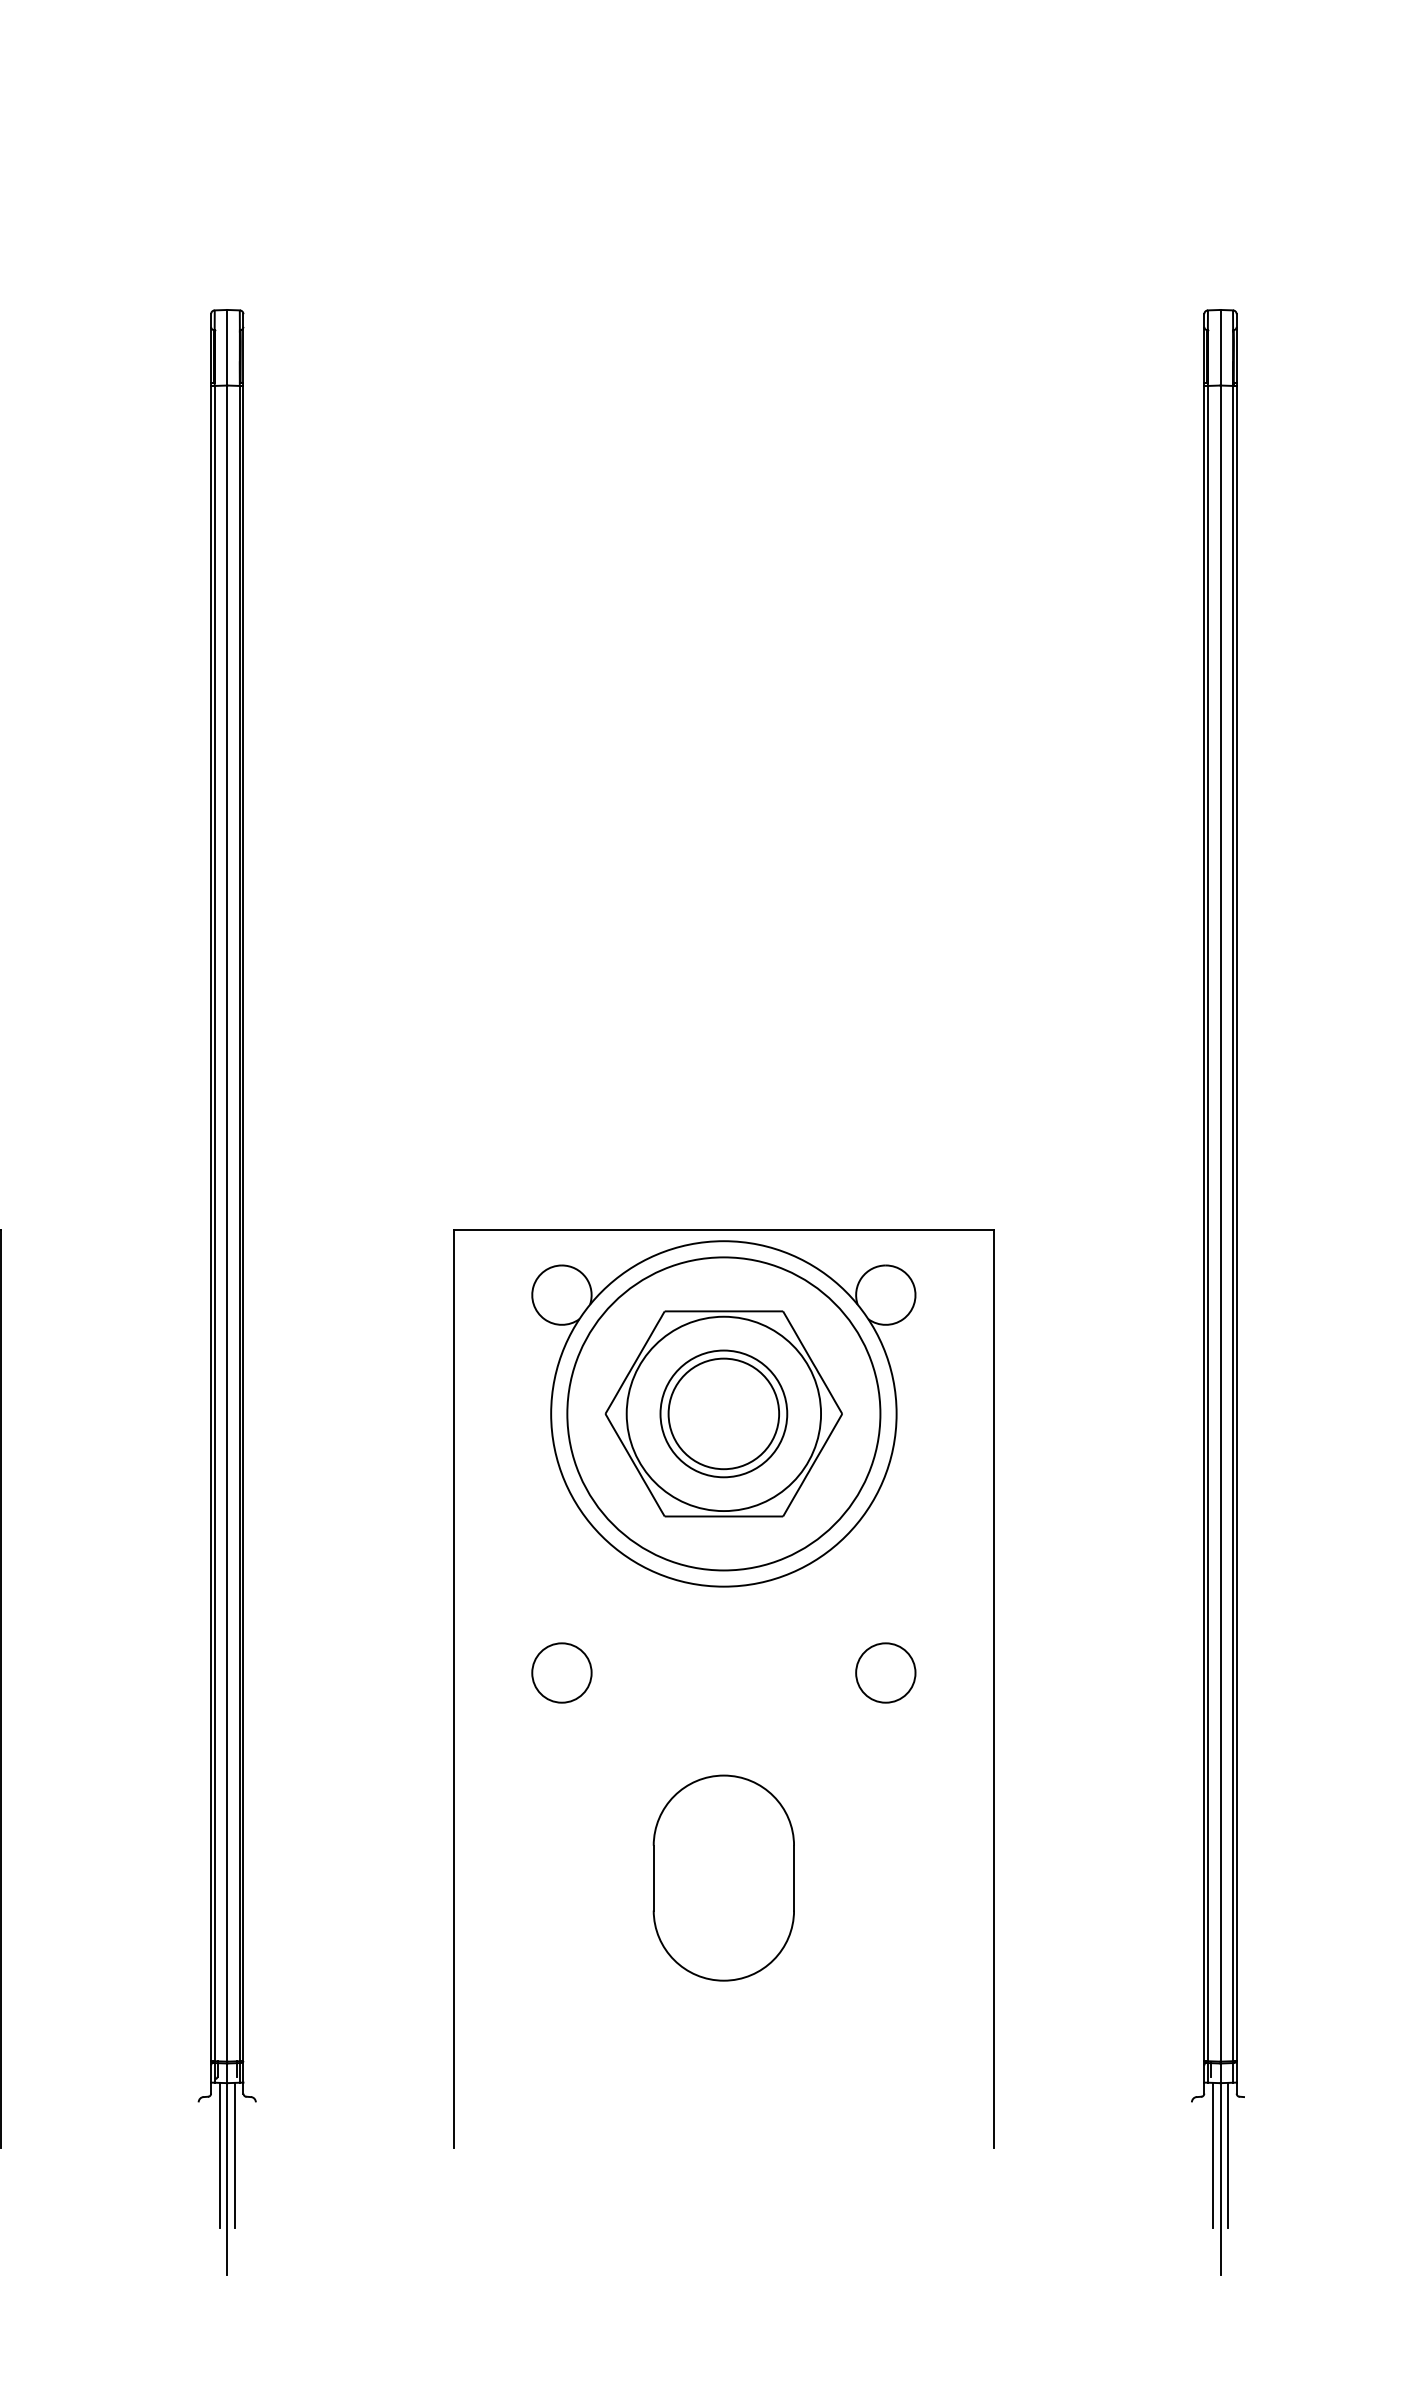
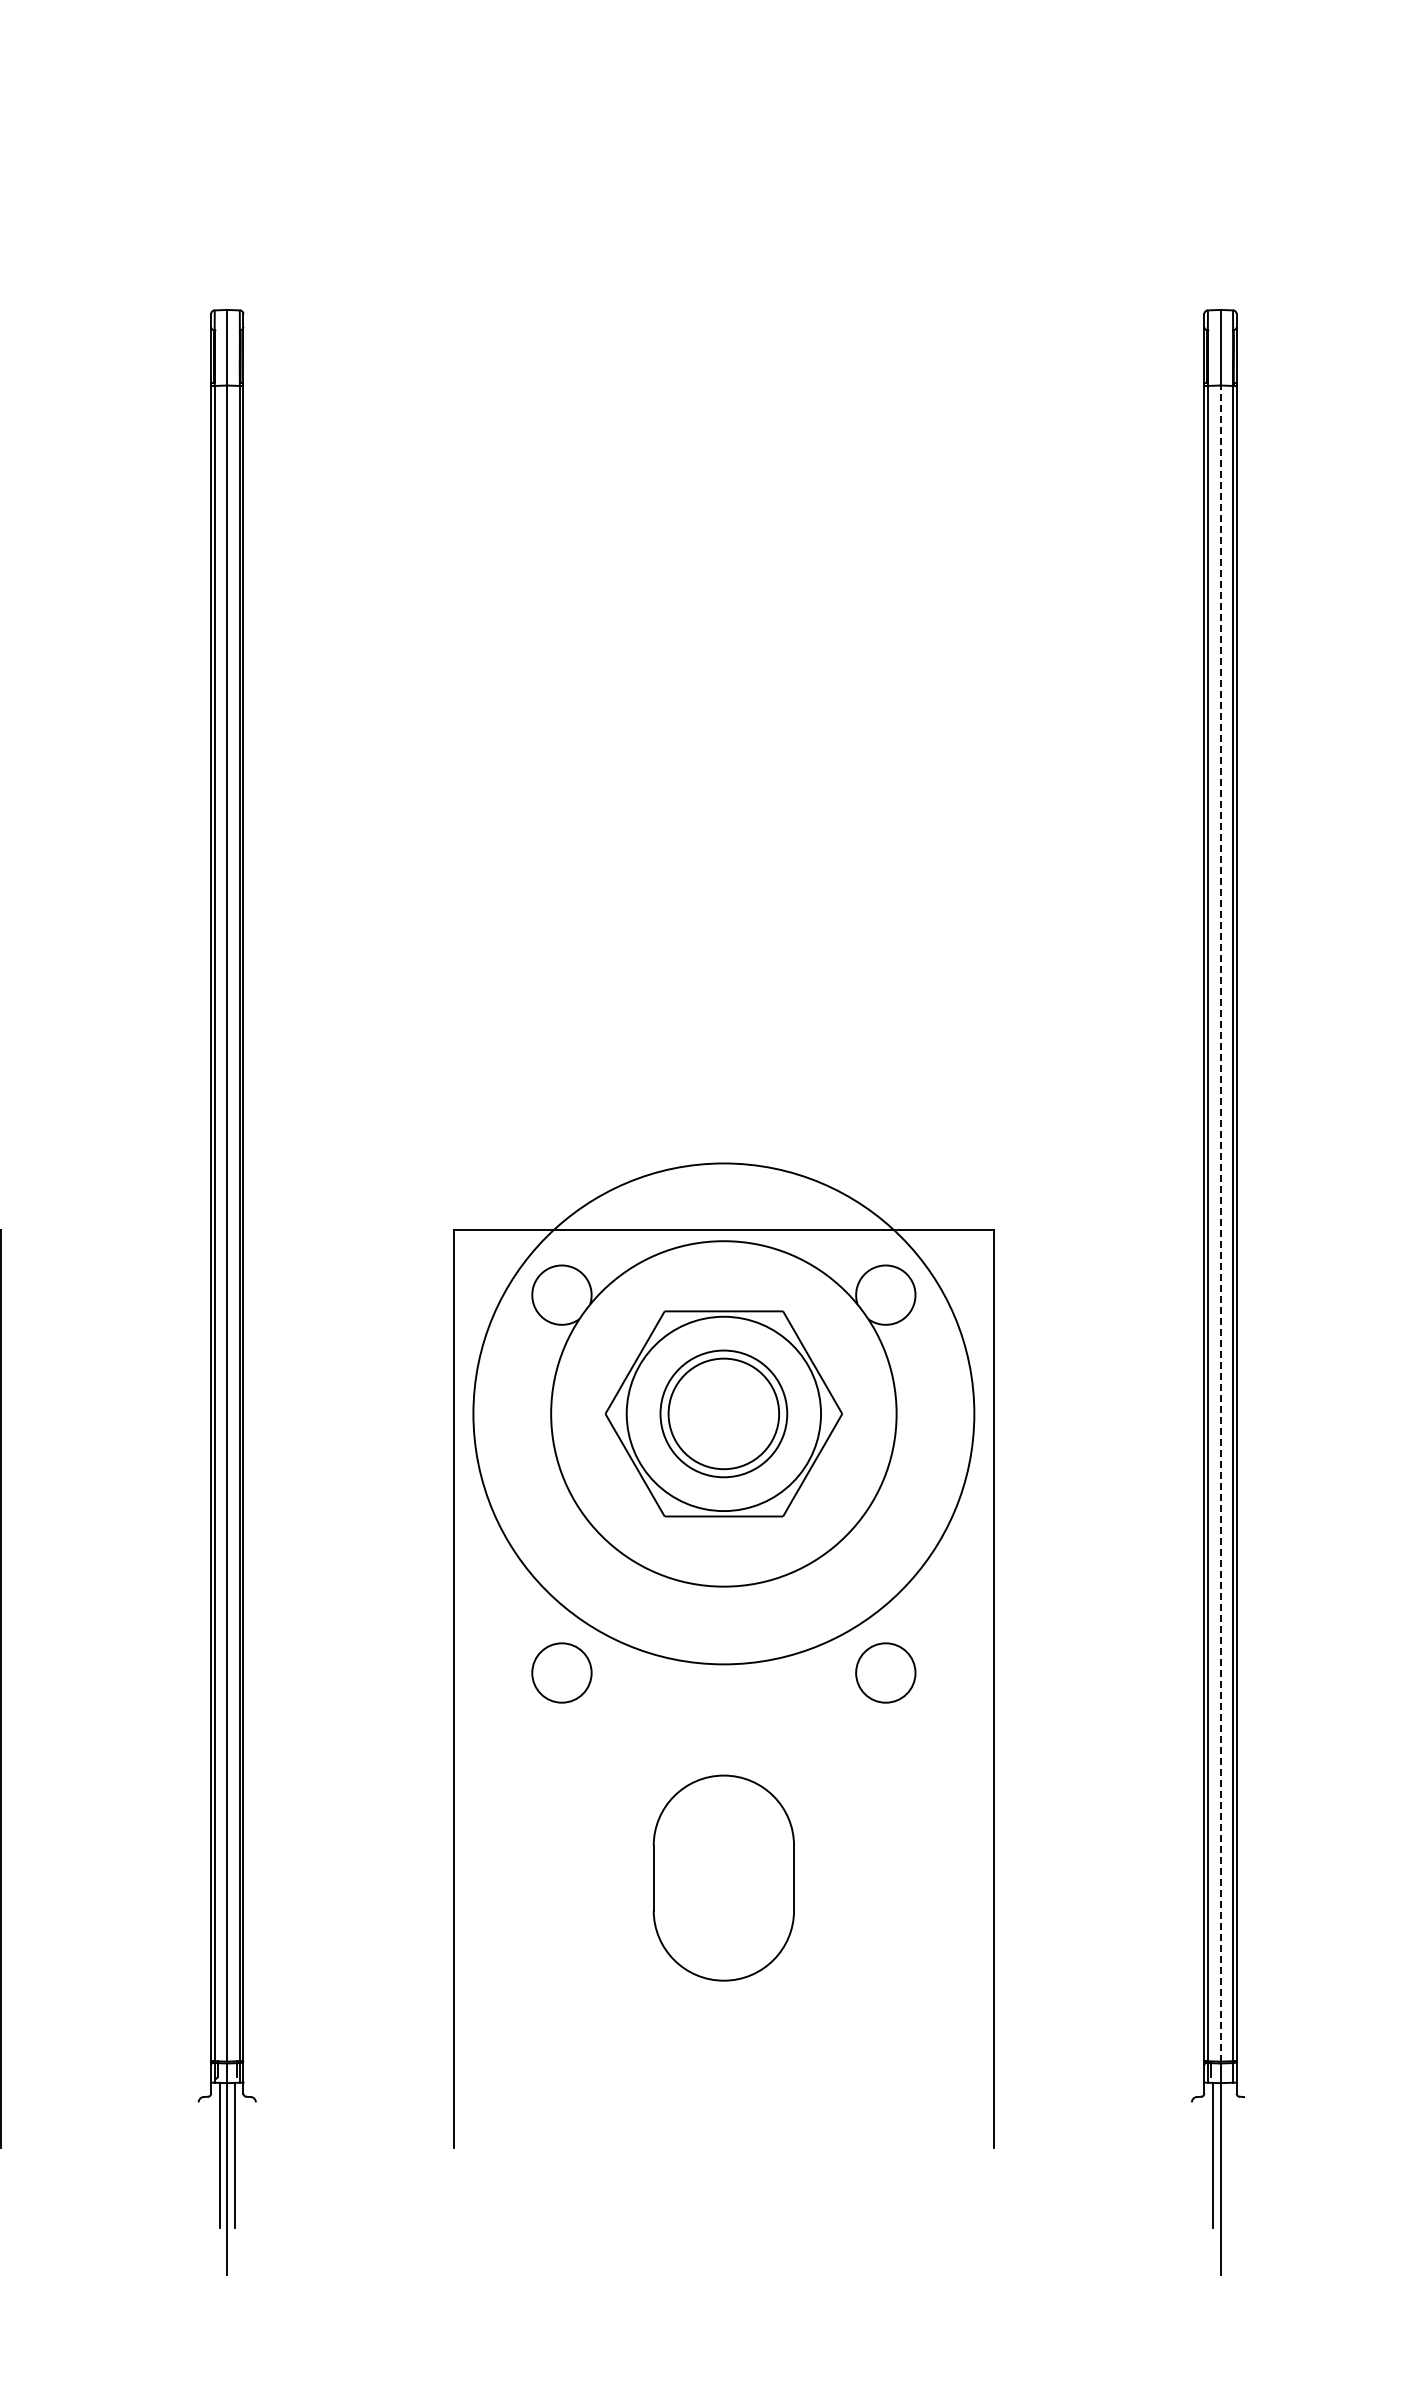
line at (1220, 1223): solid -> dashed
circle at (723, 1413) diameter: 313 px -> 501 px
line at (1228, 2154): present -> none
